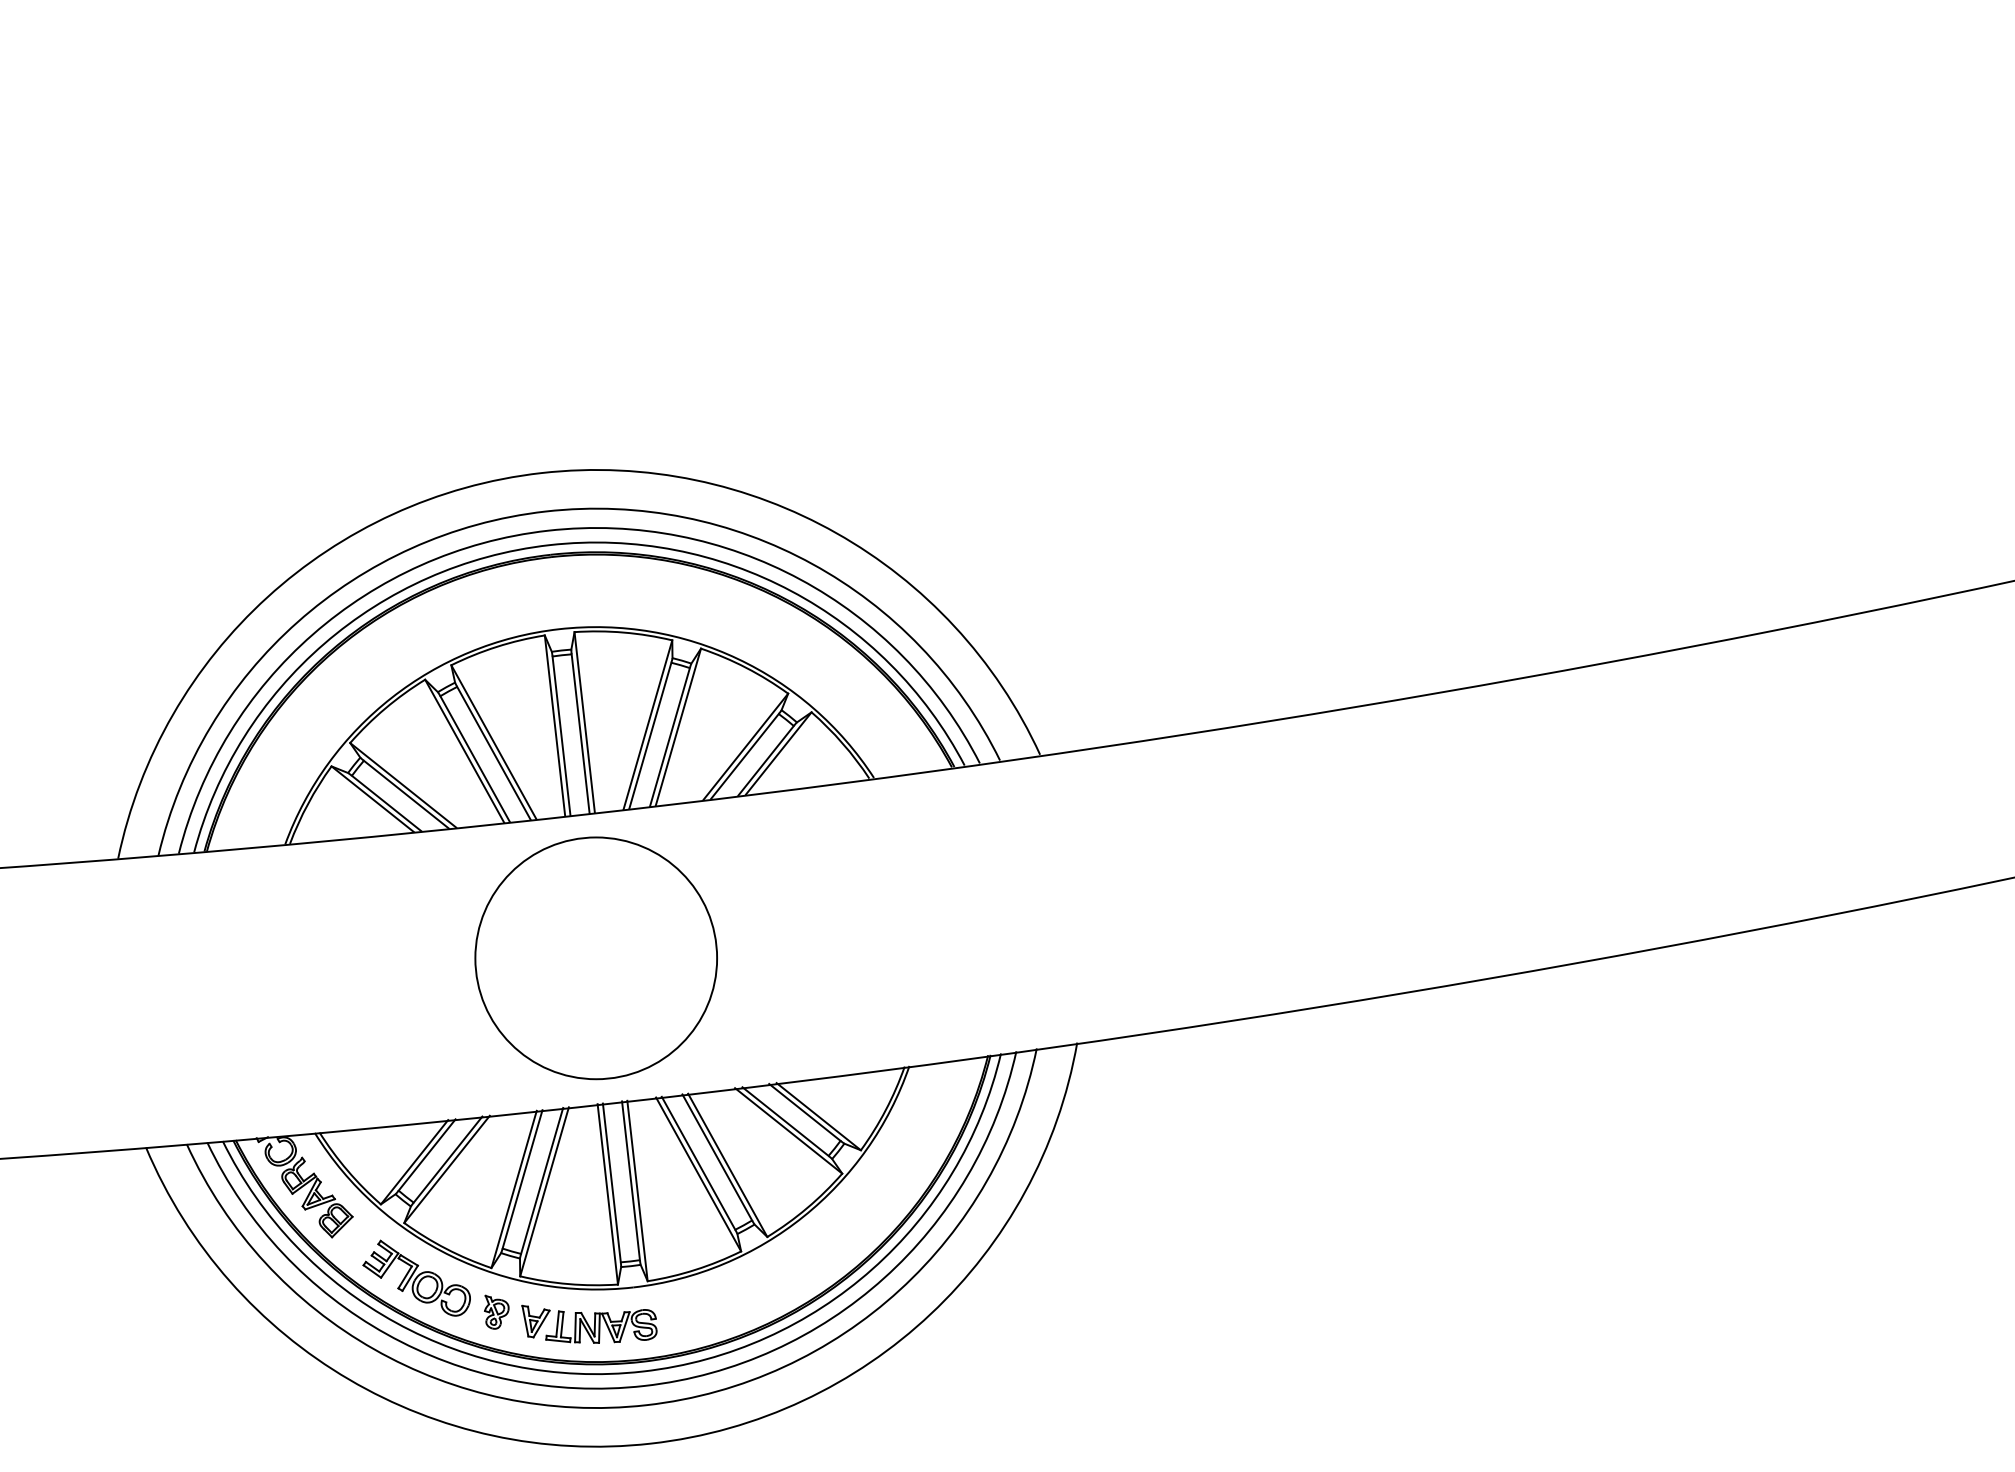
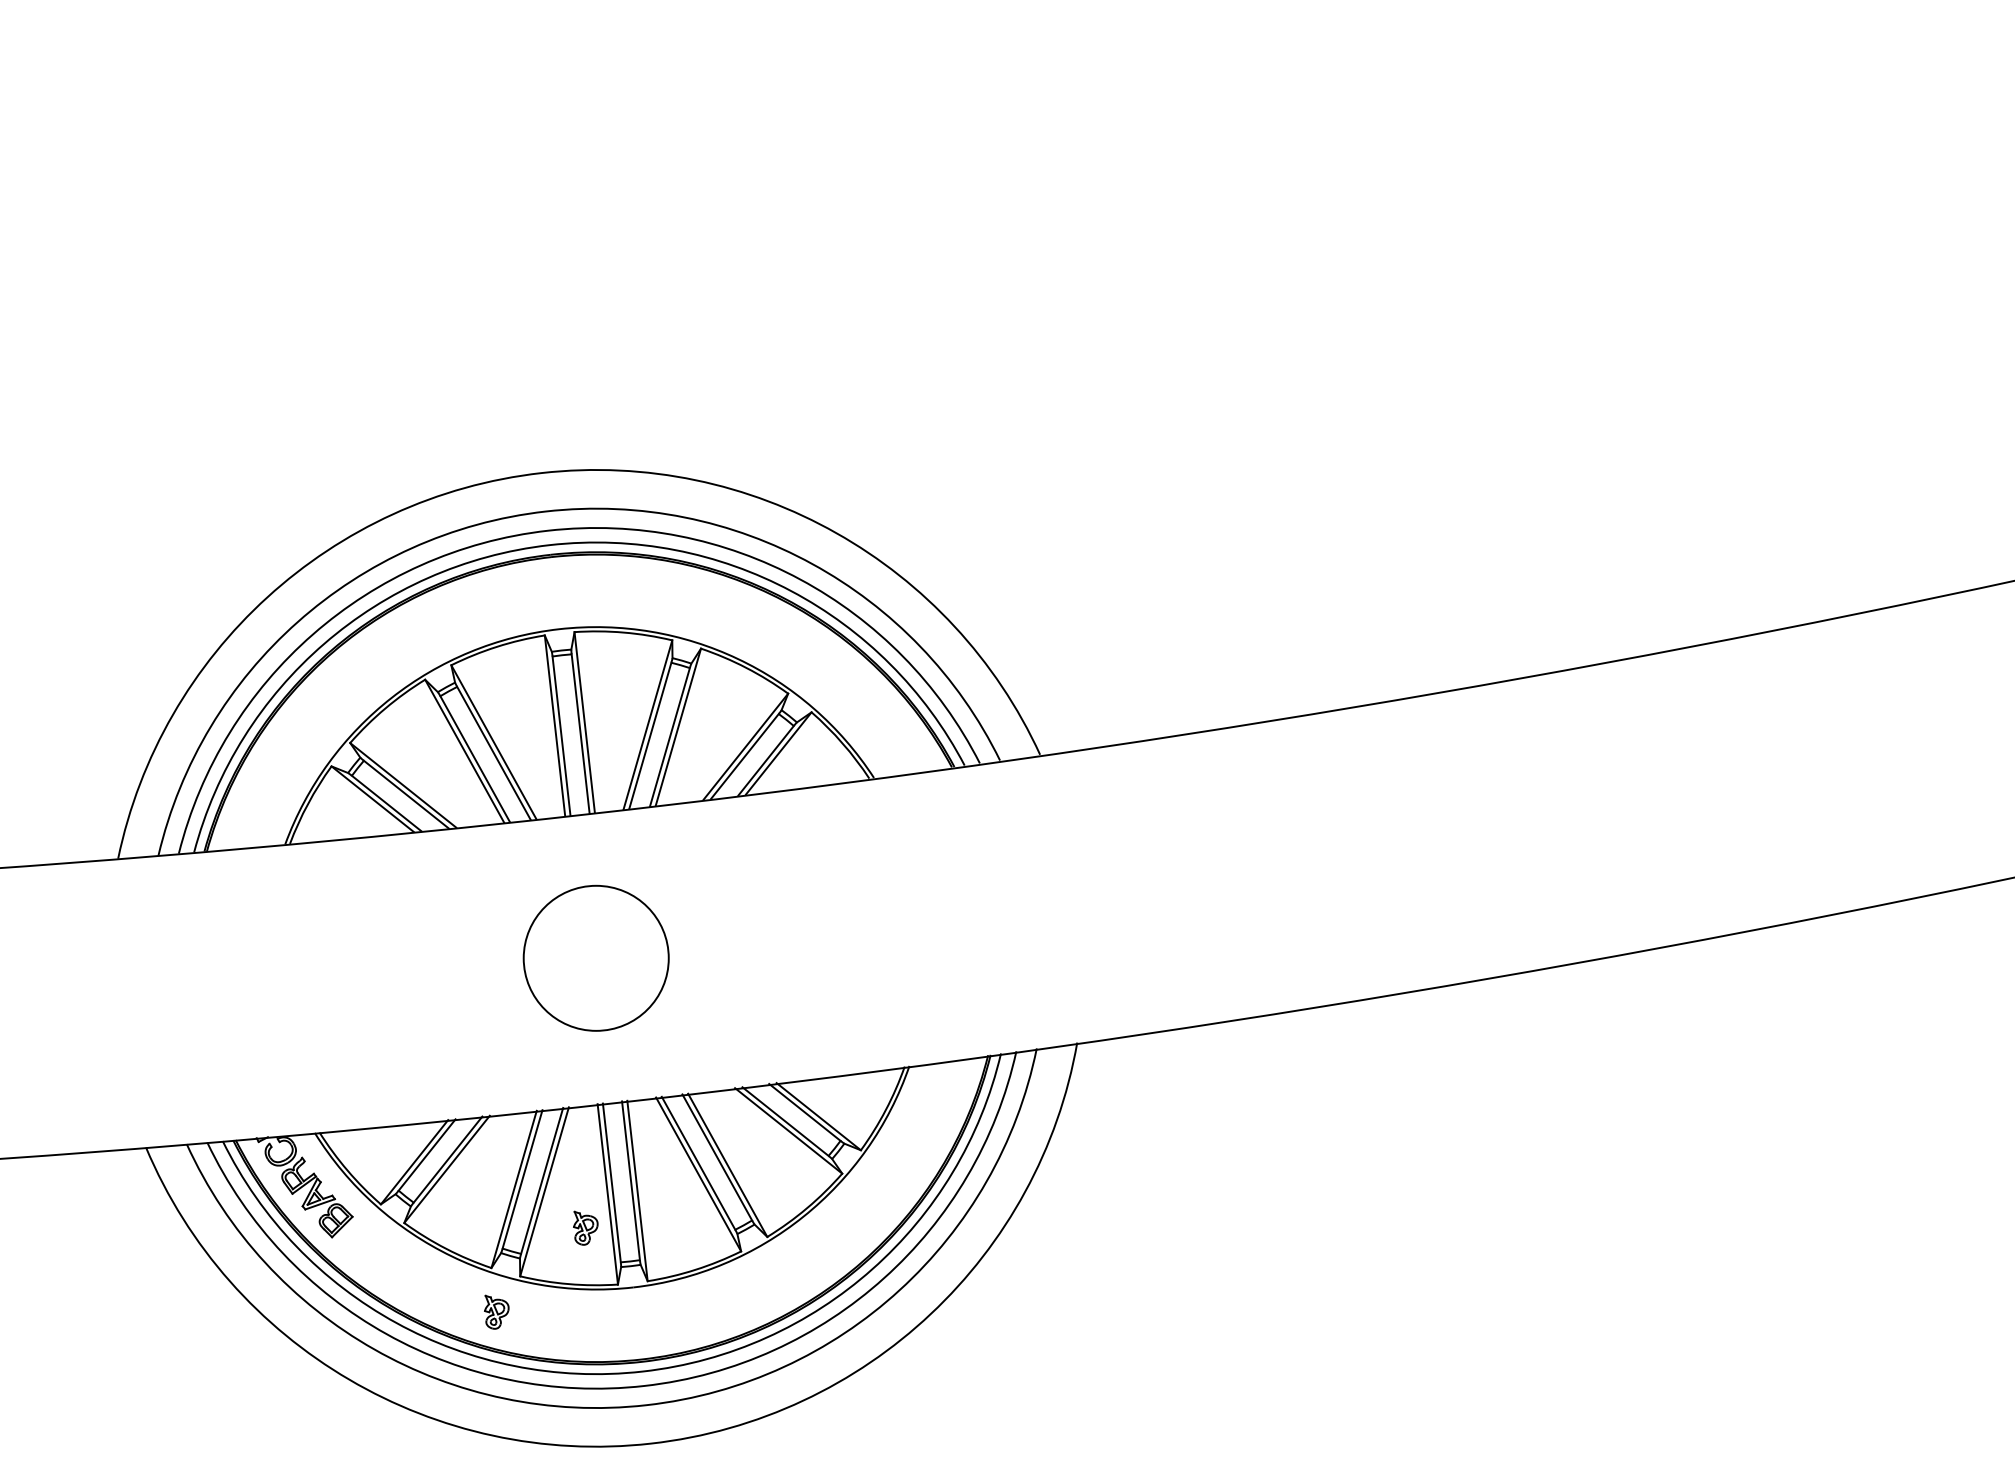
circle at (596, 958) diameter: 242 px -> 145 px
part at (585, 1227): none -> present
part at (416, 1277): present -> none
part at (589, 1323): present -> none
